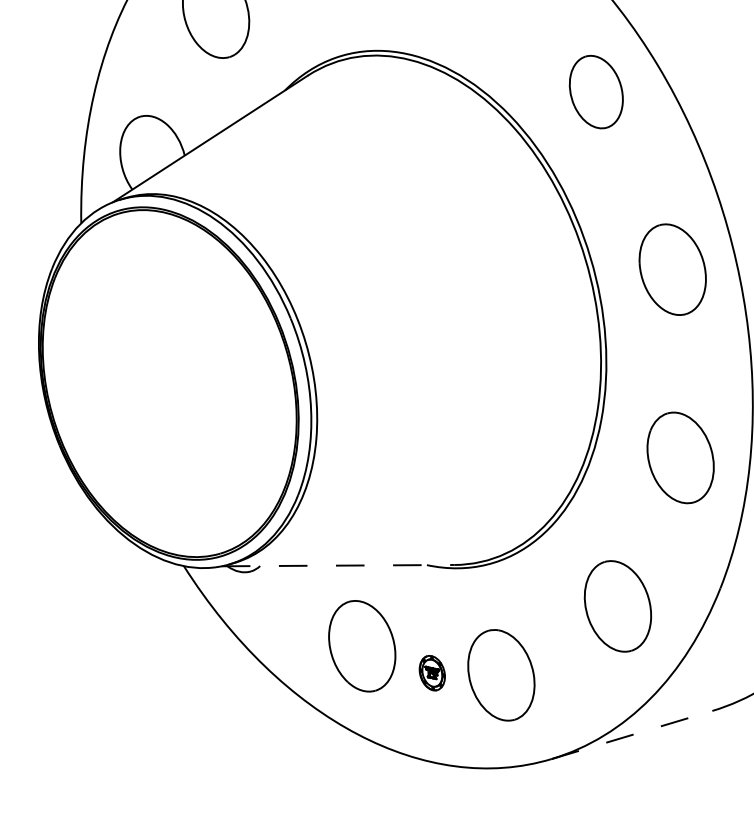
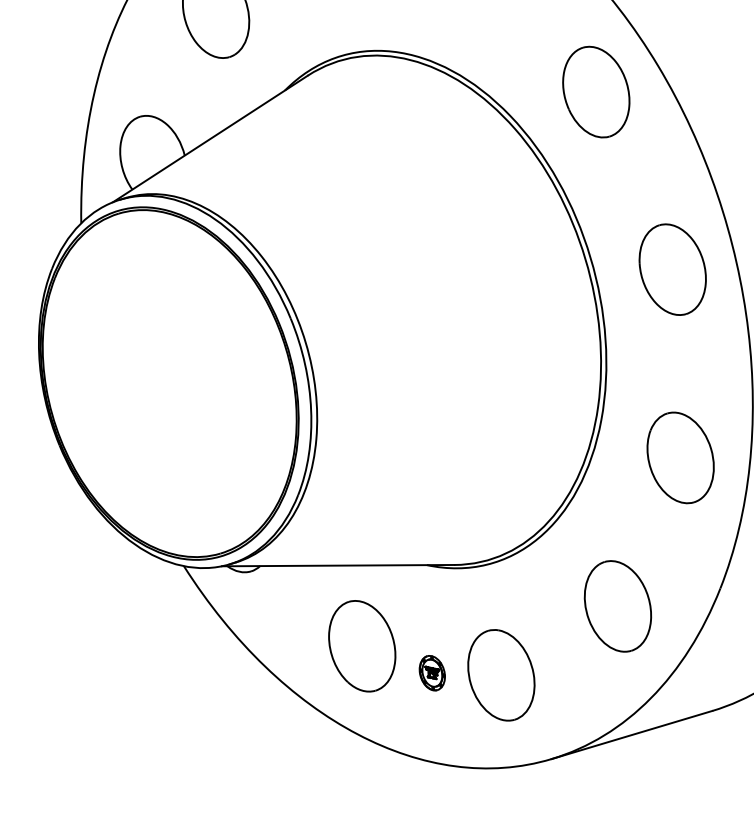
part at (595, 91) size: 56x76 px -> 69x94 px
line at (338, 565): dashed -> solid
line at (631, 735): dashed -> solid
